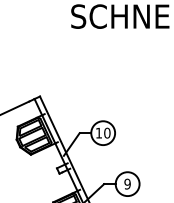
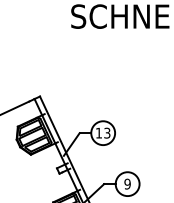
text at (107, 132): 10 -> 13
